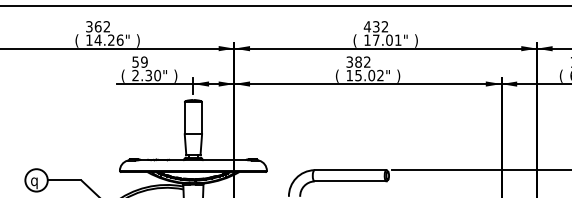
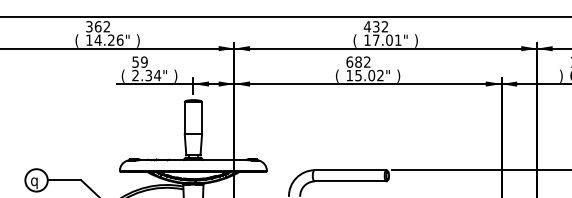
line at (285, 6) position: (285, 6) -> (285, 17)
text at (349, 61): 382 -> 682
text at (157, 75): 2.30" -> 2.34"
text at (560, 75): ( -> )
